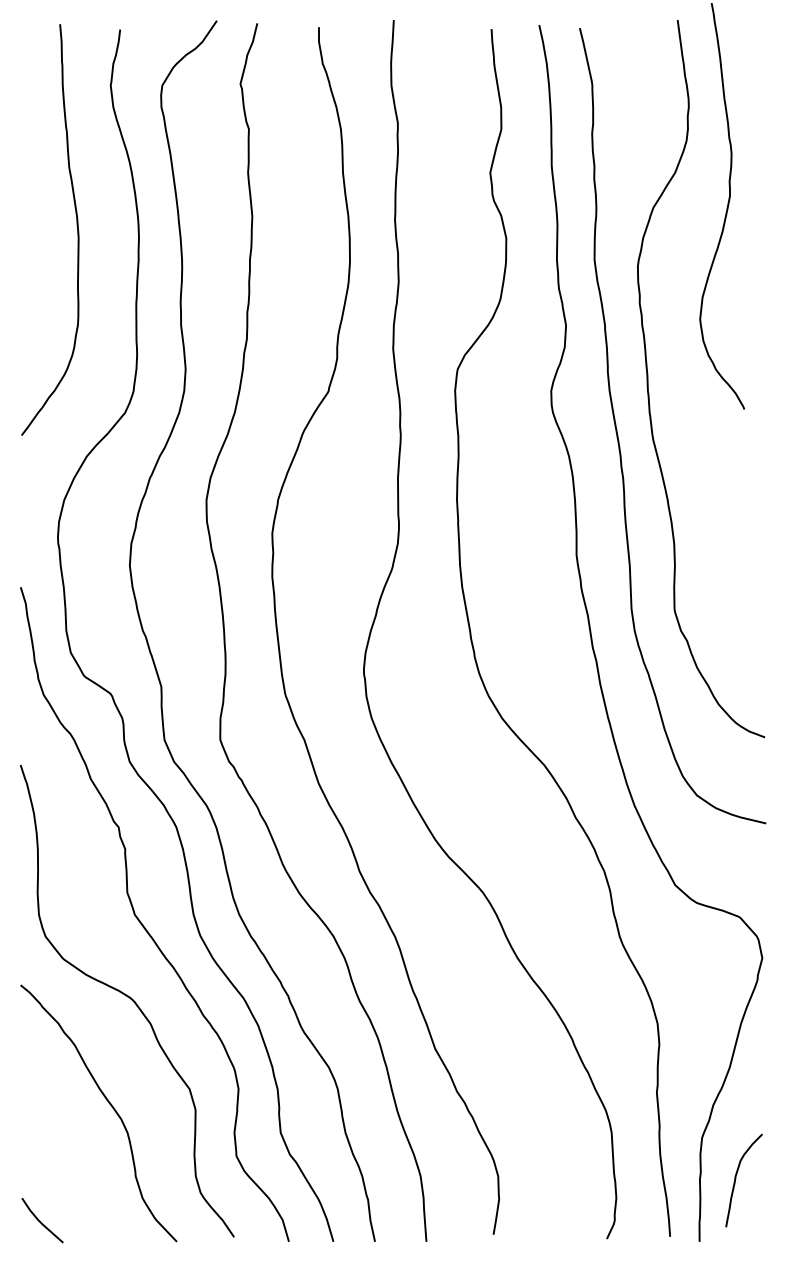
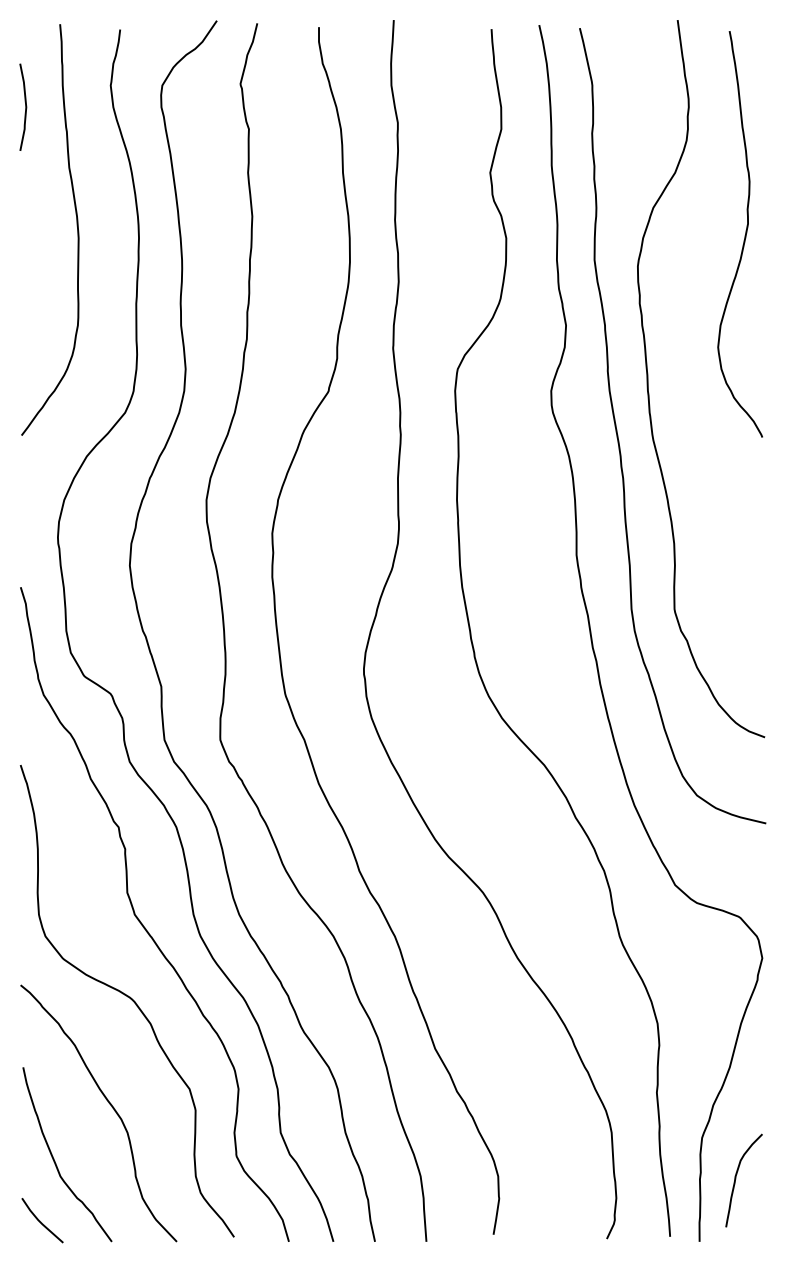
curve at (25, 106): none -> present
curve at (726, 207) position: (726, 207) -> (744, 235)
curve at (54, 1158): none -> present
